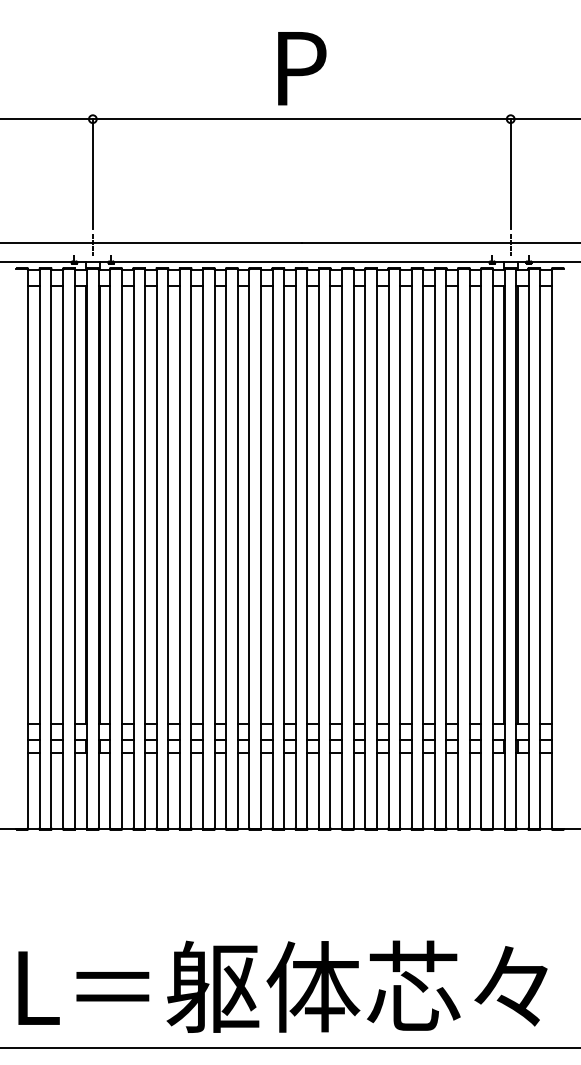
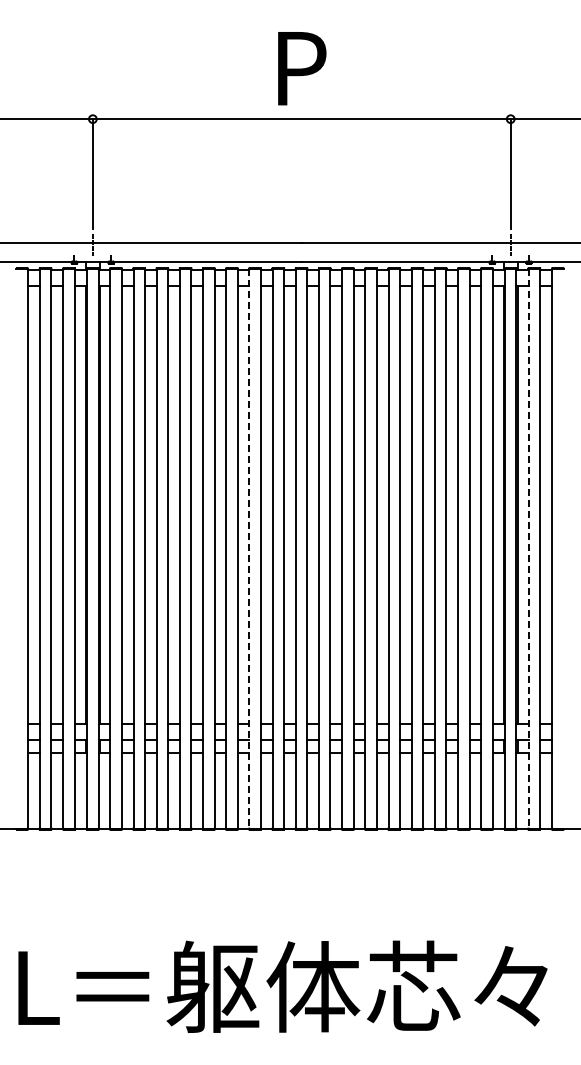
line at (249, 548): solid -> dashed
line at (528, 548): solid -> dashed
line at (289, 1048): present -> none
